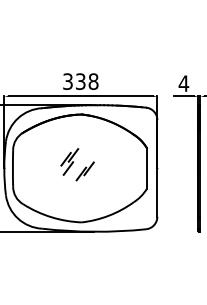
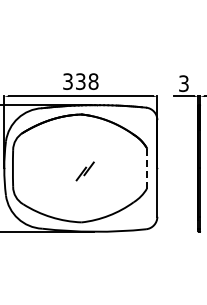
text at (183, 83): 4 -> 3
part at (69, 161): present -> none
line at (146, 167): solid -> dashed
